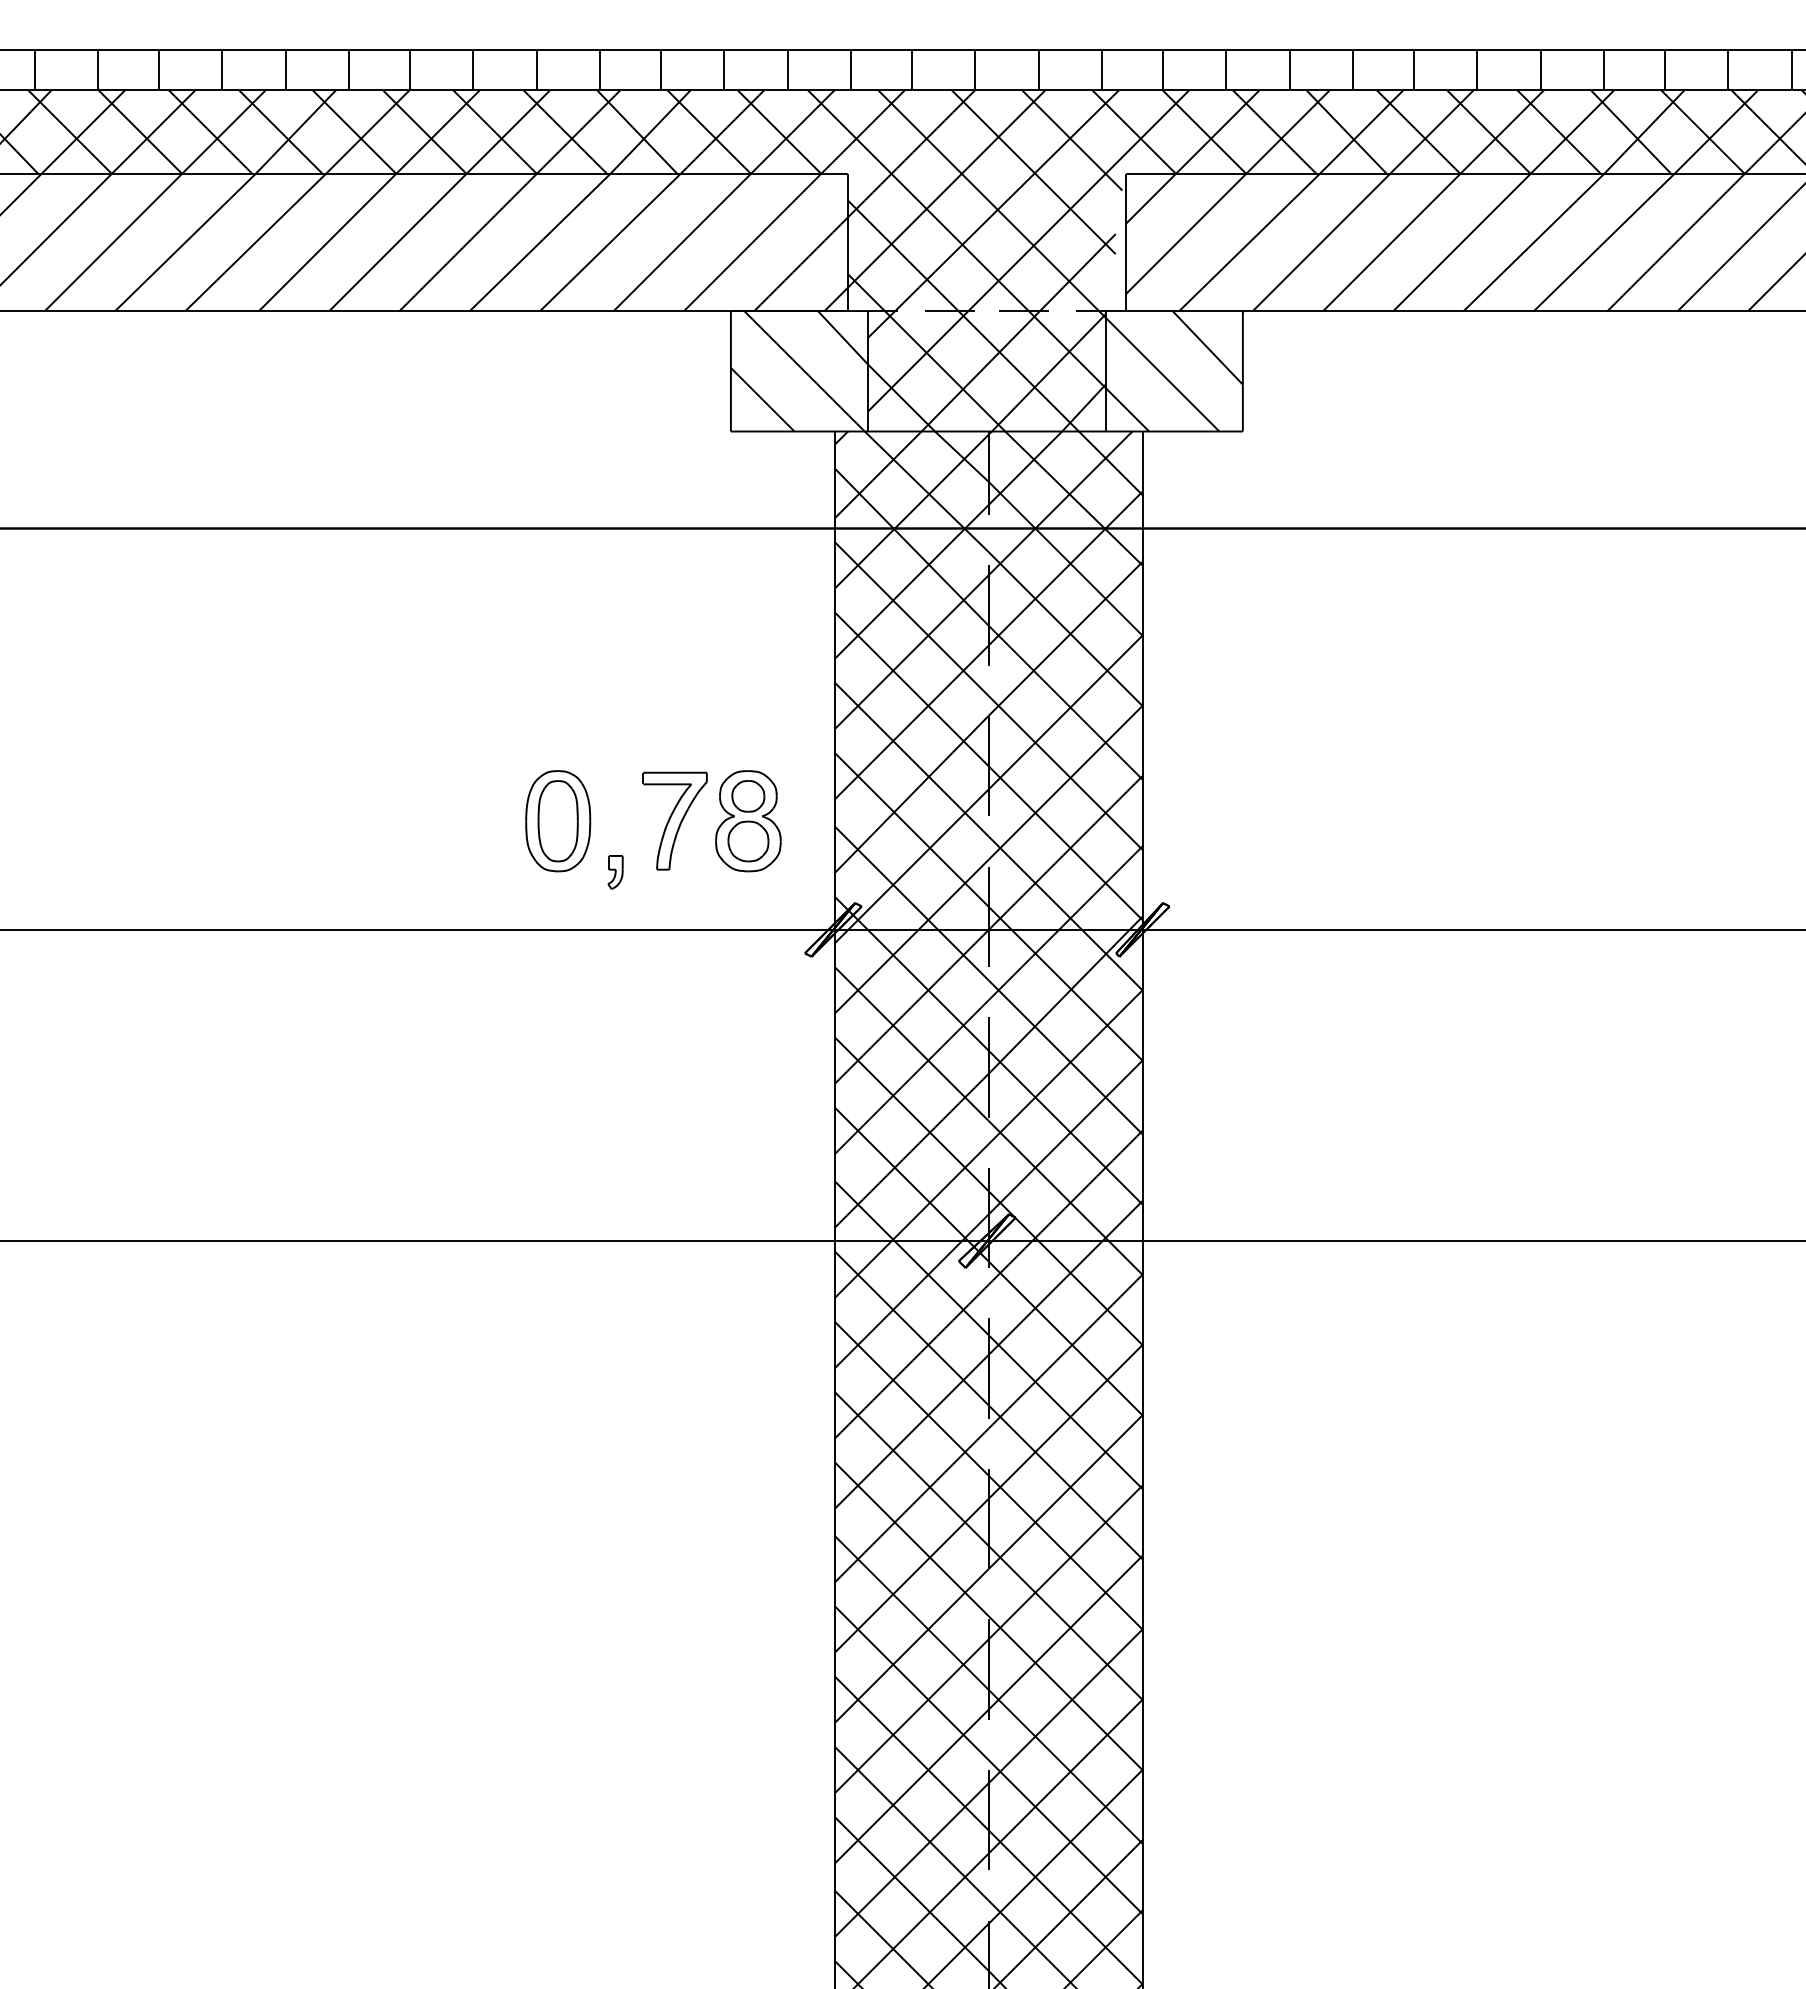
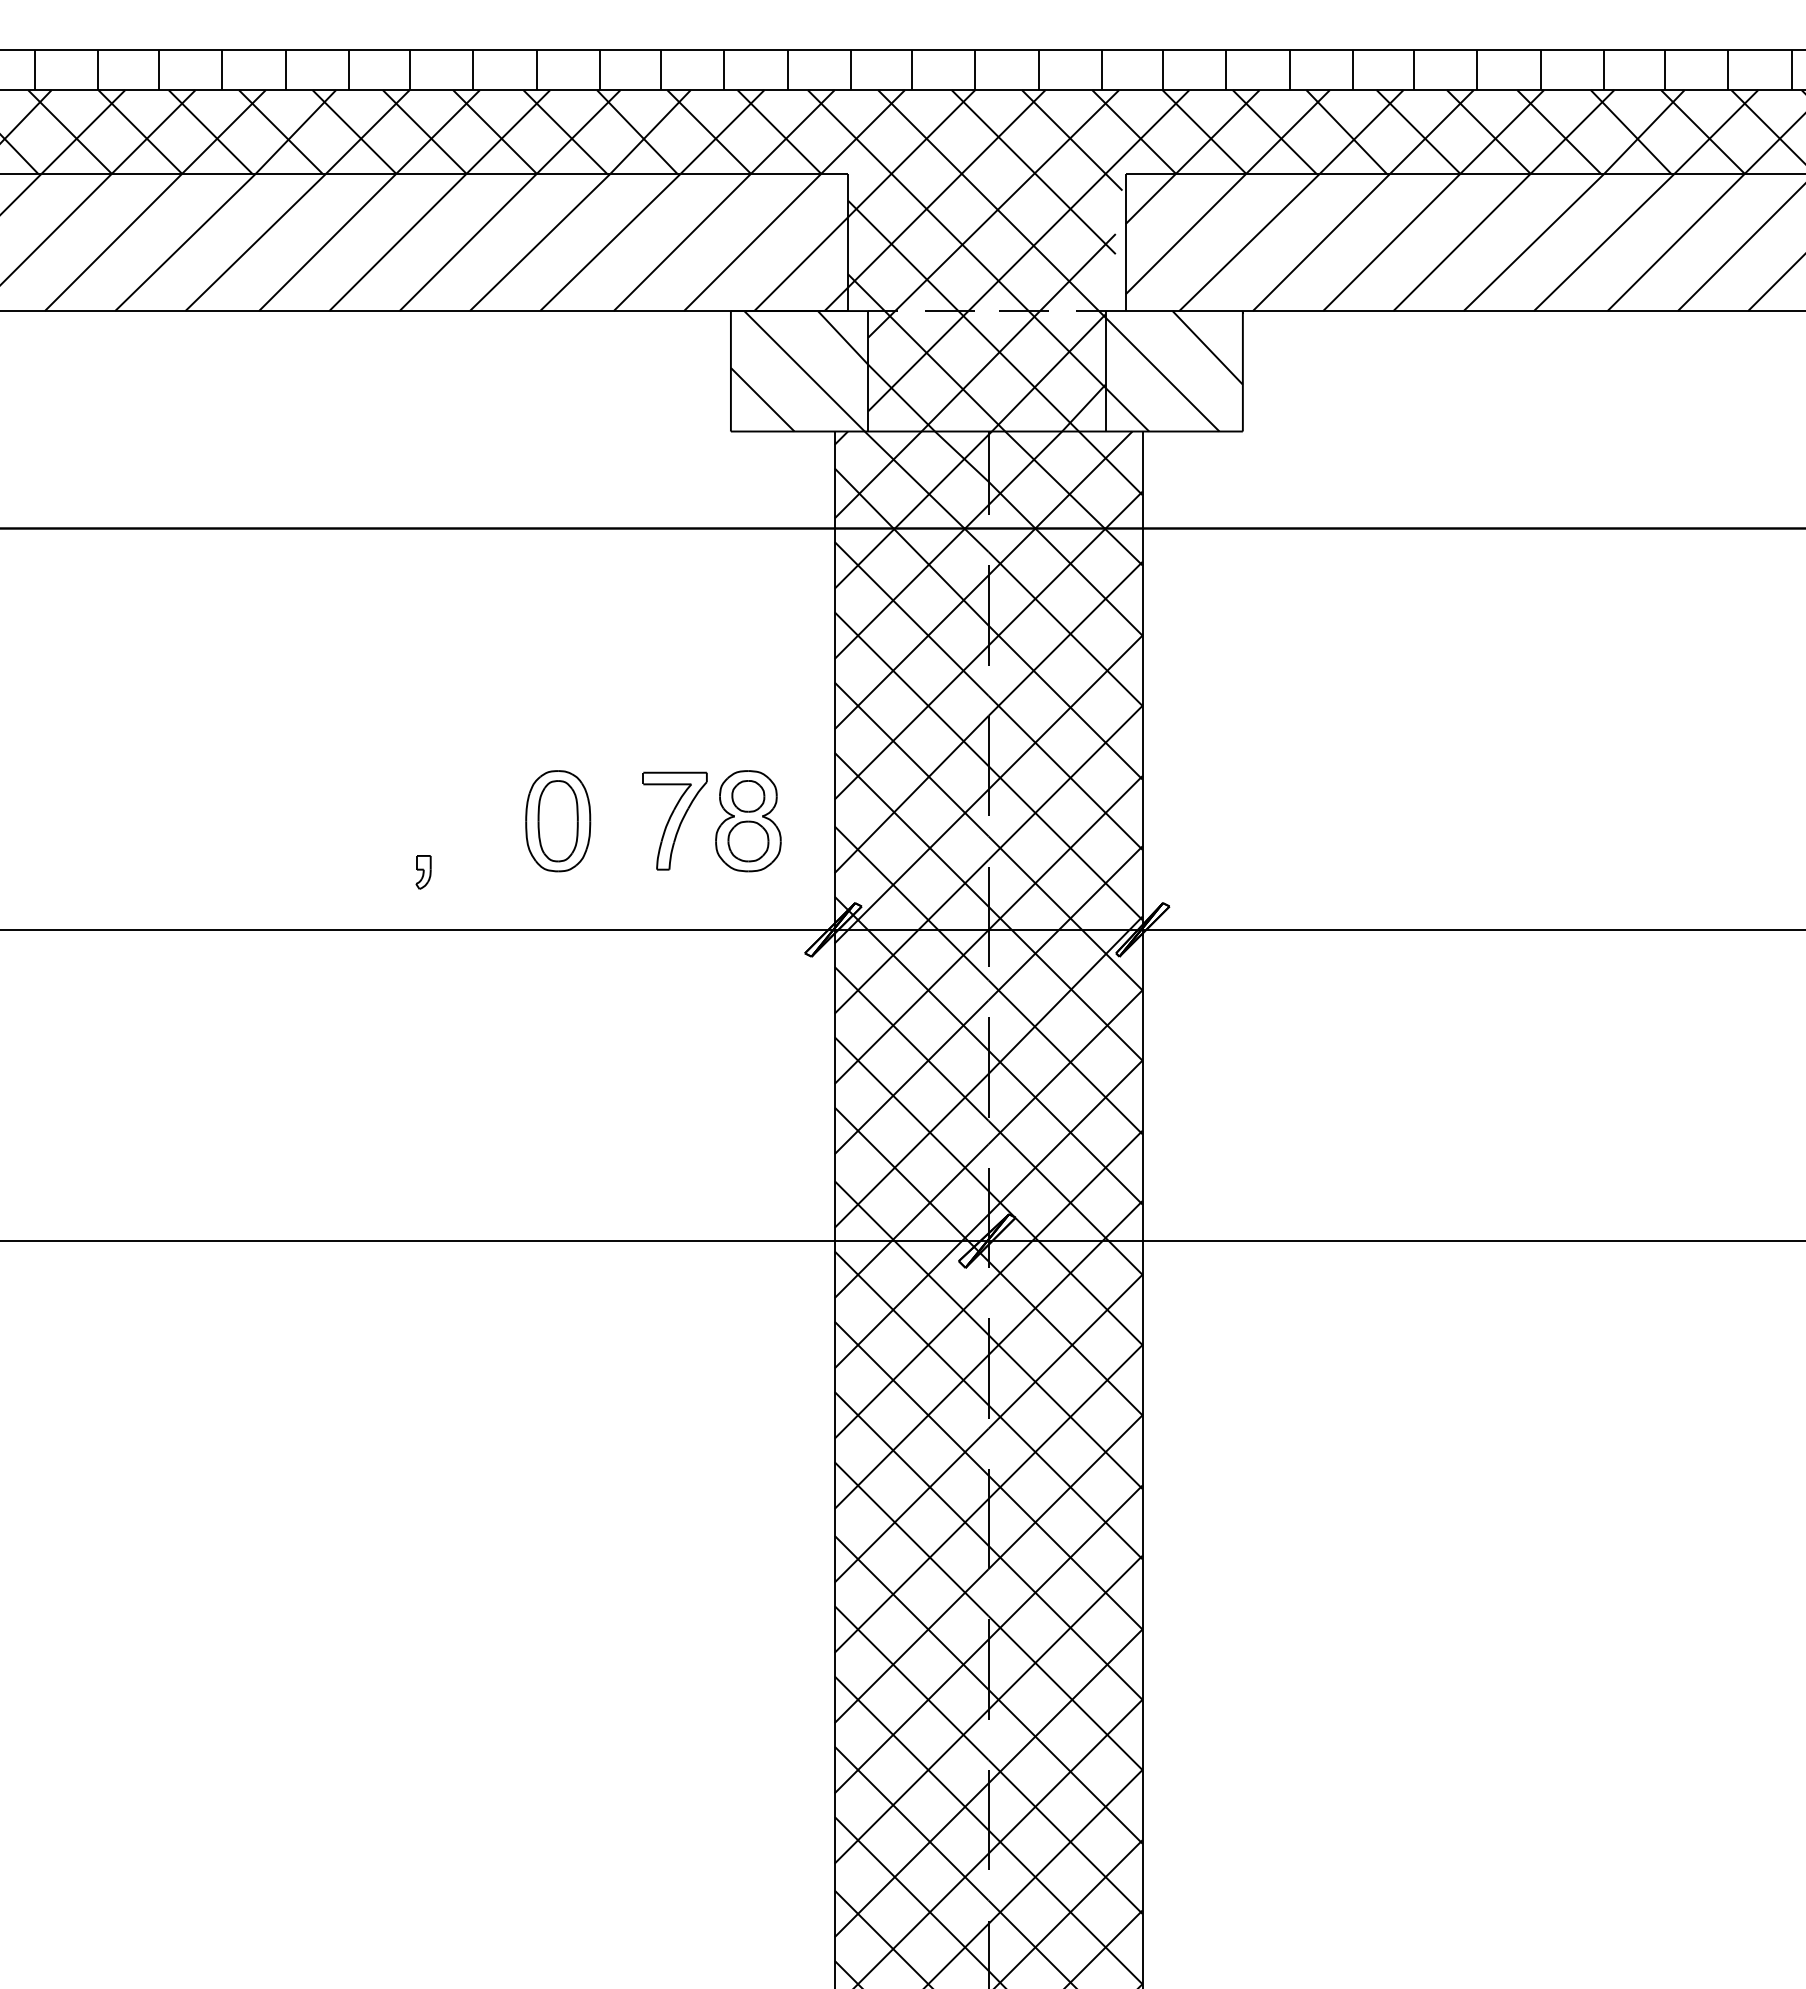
part at (615, 872) position: (615, 872) -> (423, 872)
